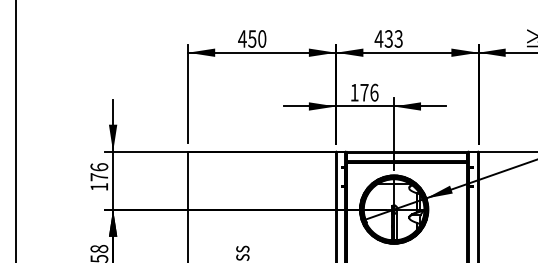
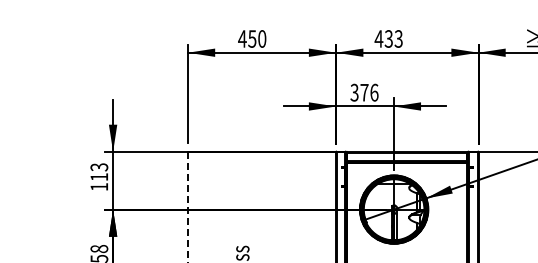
text at (354, 92): 176 -> 376
line at (16, 130): present -> none
text at (99, 172): 176 -> 113
line at (188, 207): solid -> dashed
